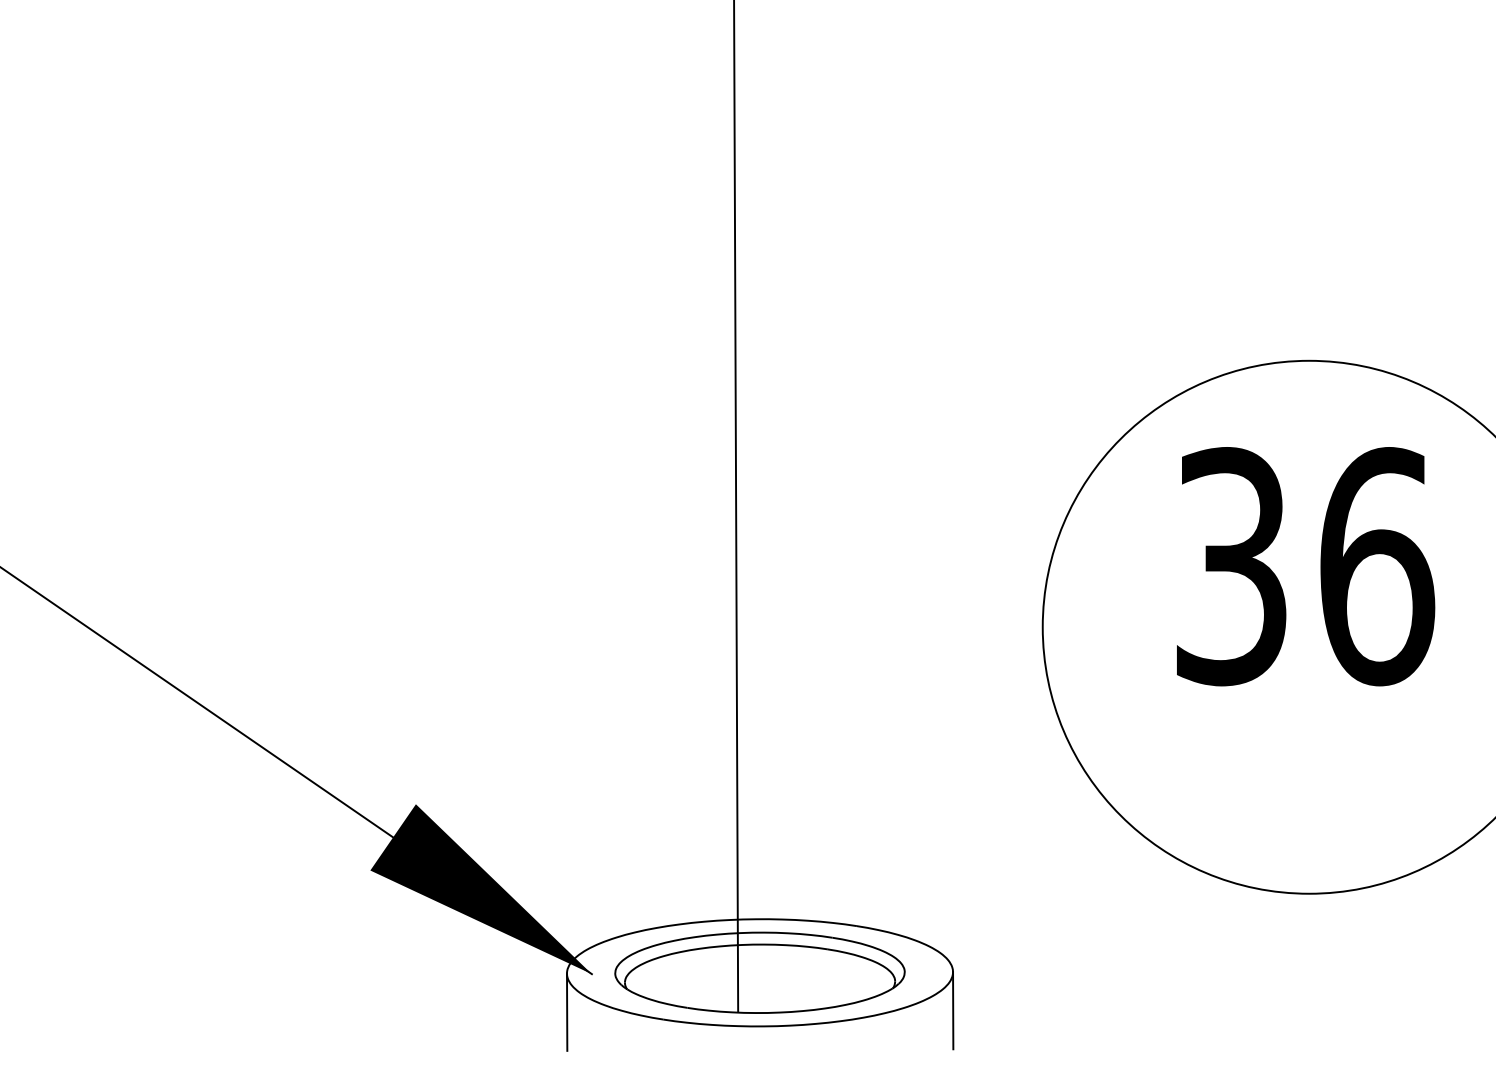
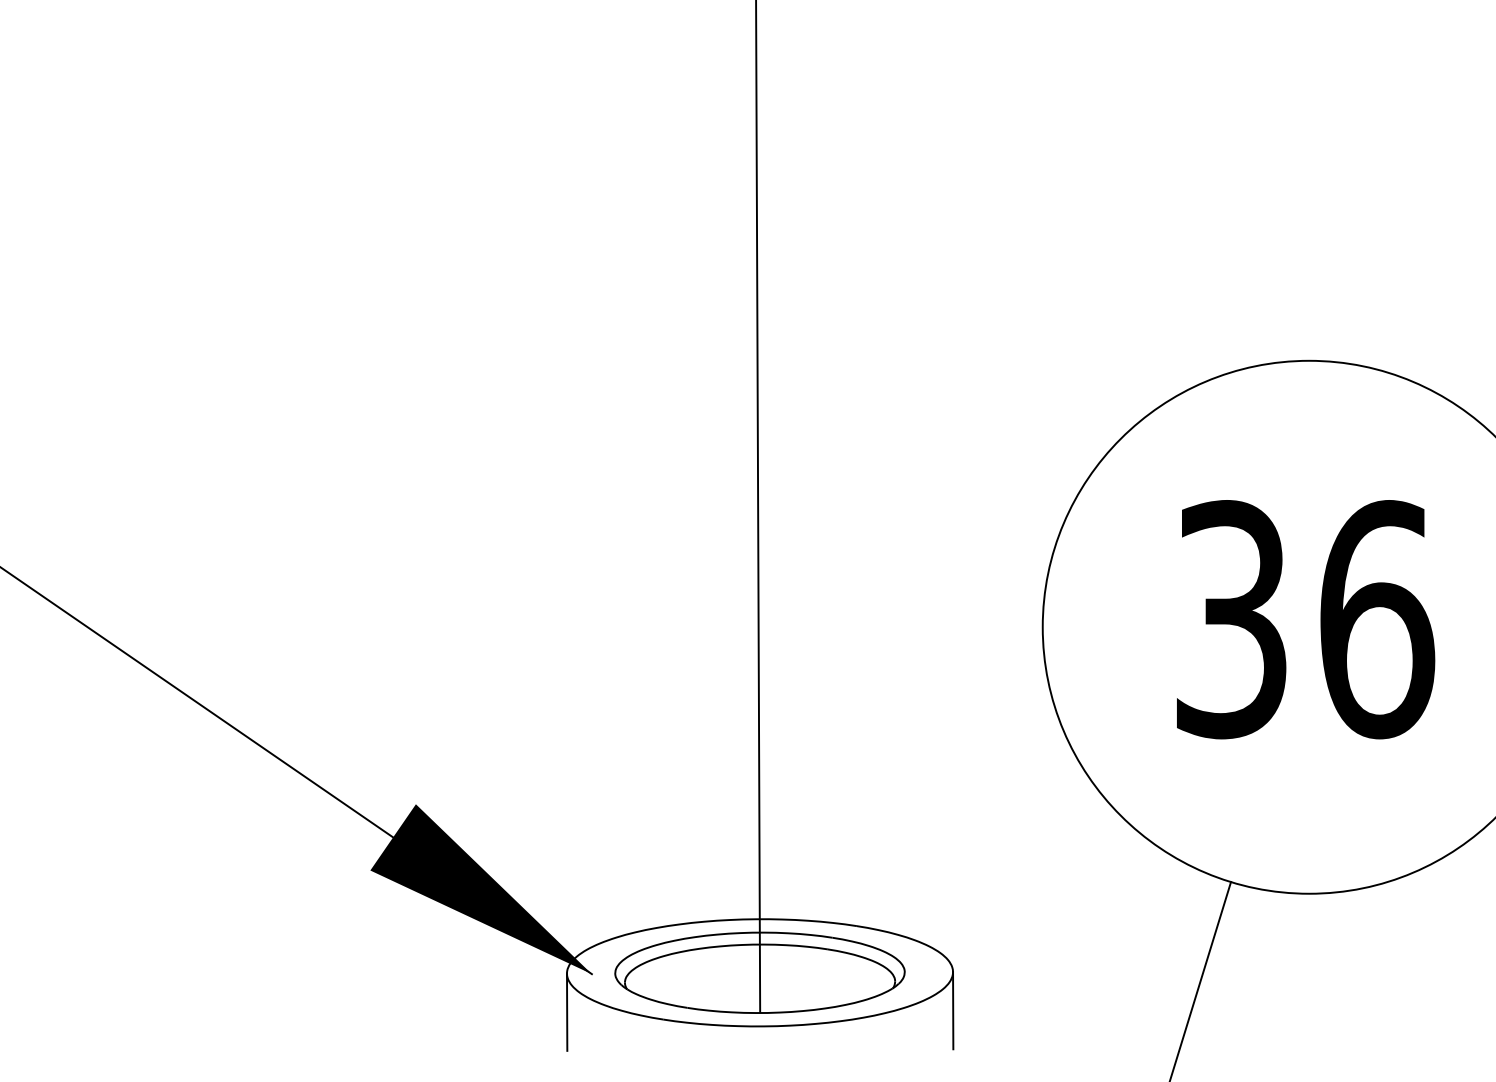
line at (736, 507) position: (736, 507) -> (758, 507)
text at (1306, 566) position: (1306, 566) -> (1306, 619)
line at (1200, 980): none -> present
